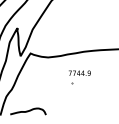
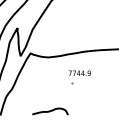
curve at (28, 111) position: (28, 111) -> (50, 111)
